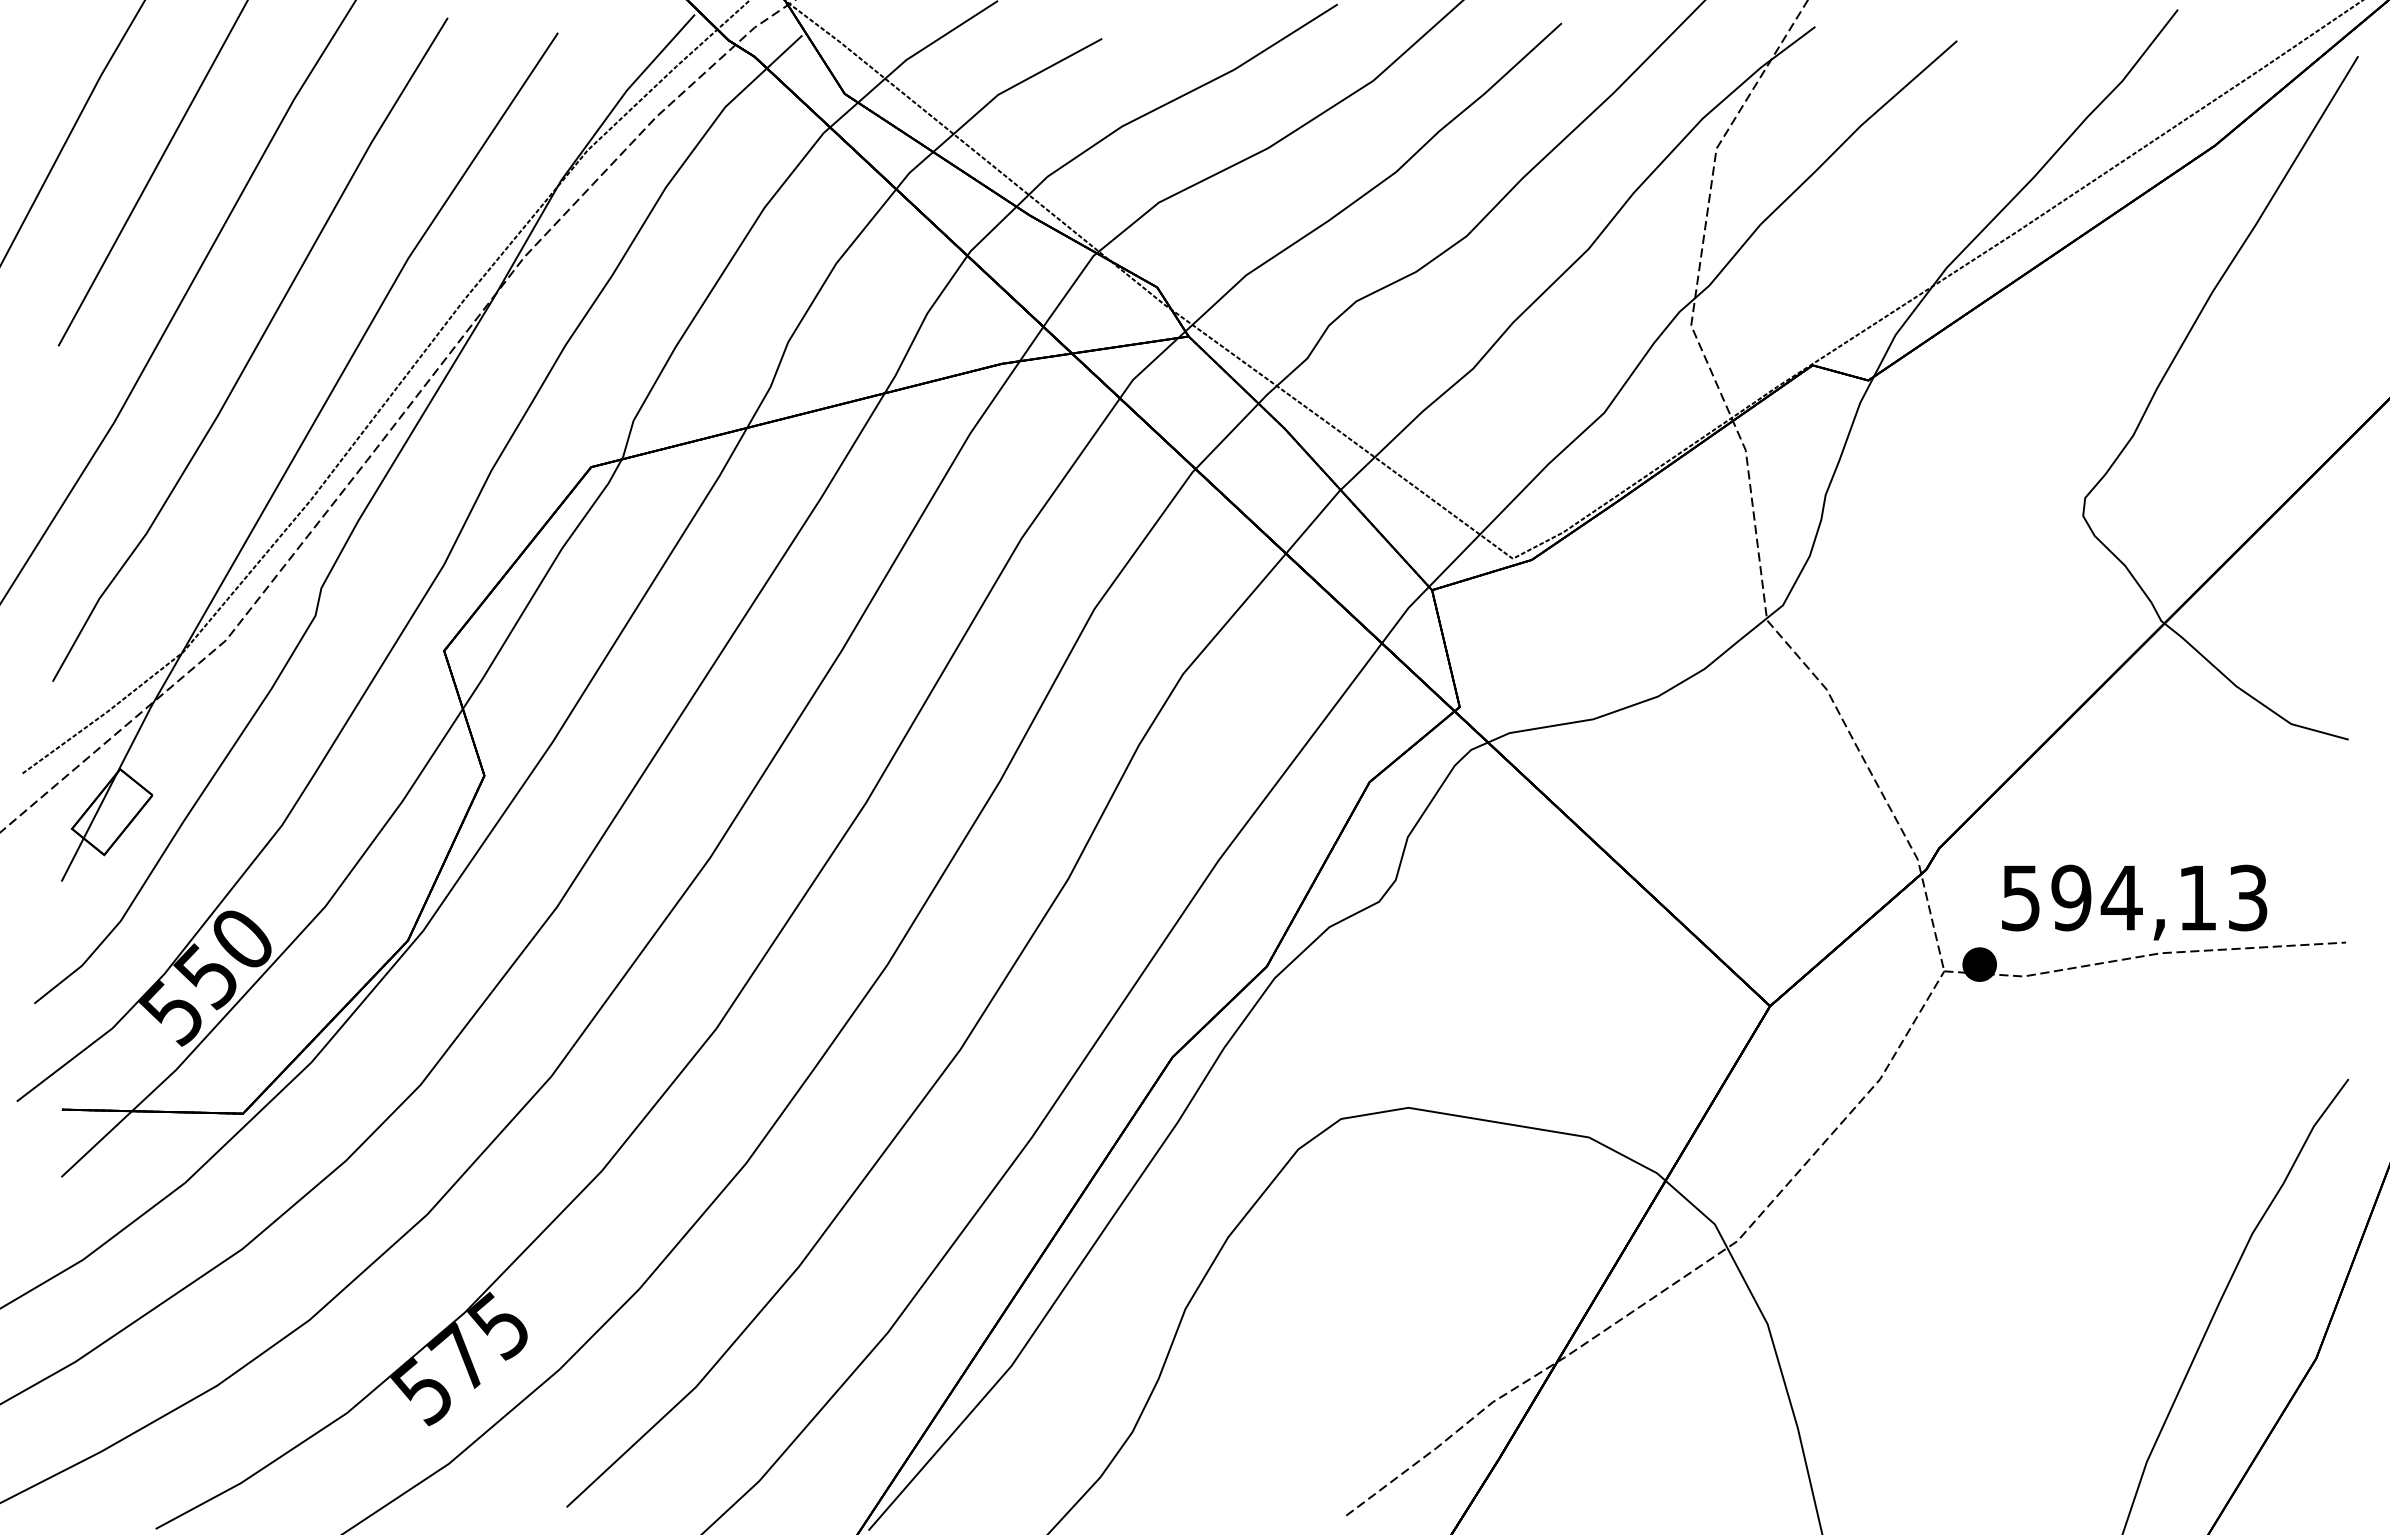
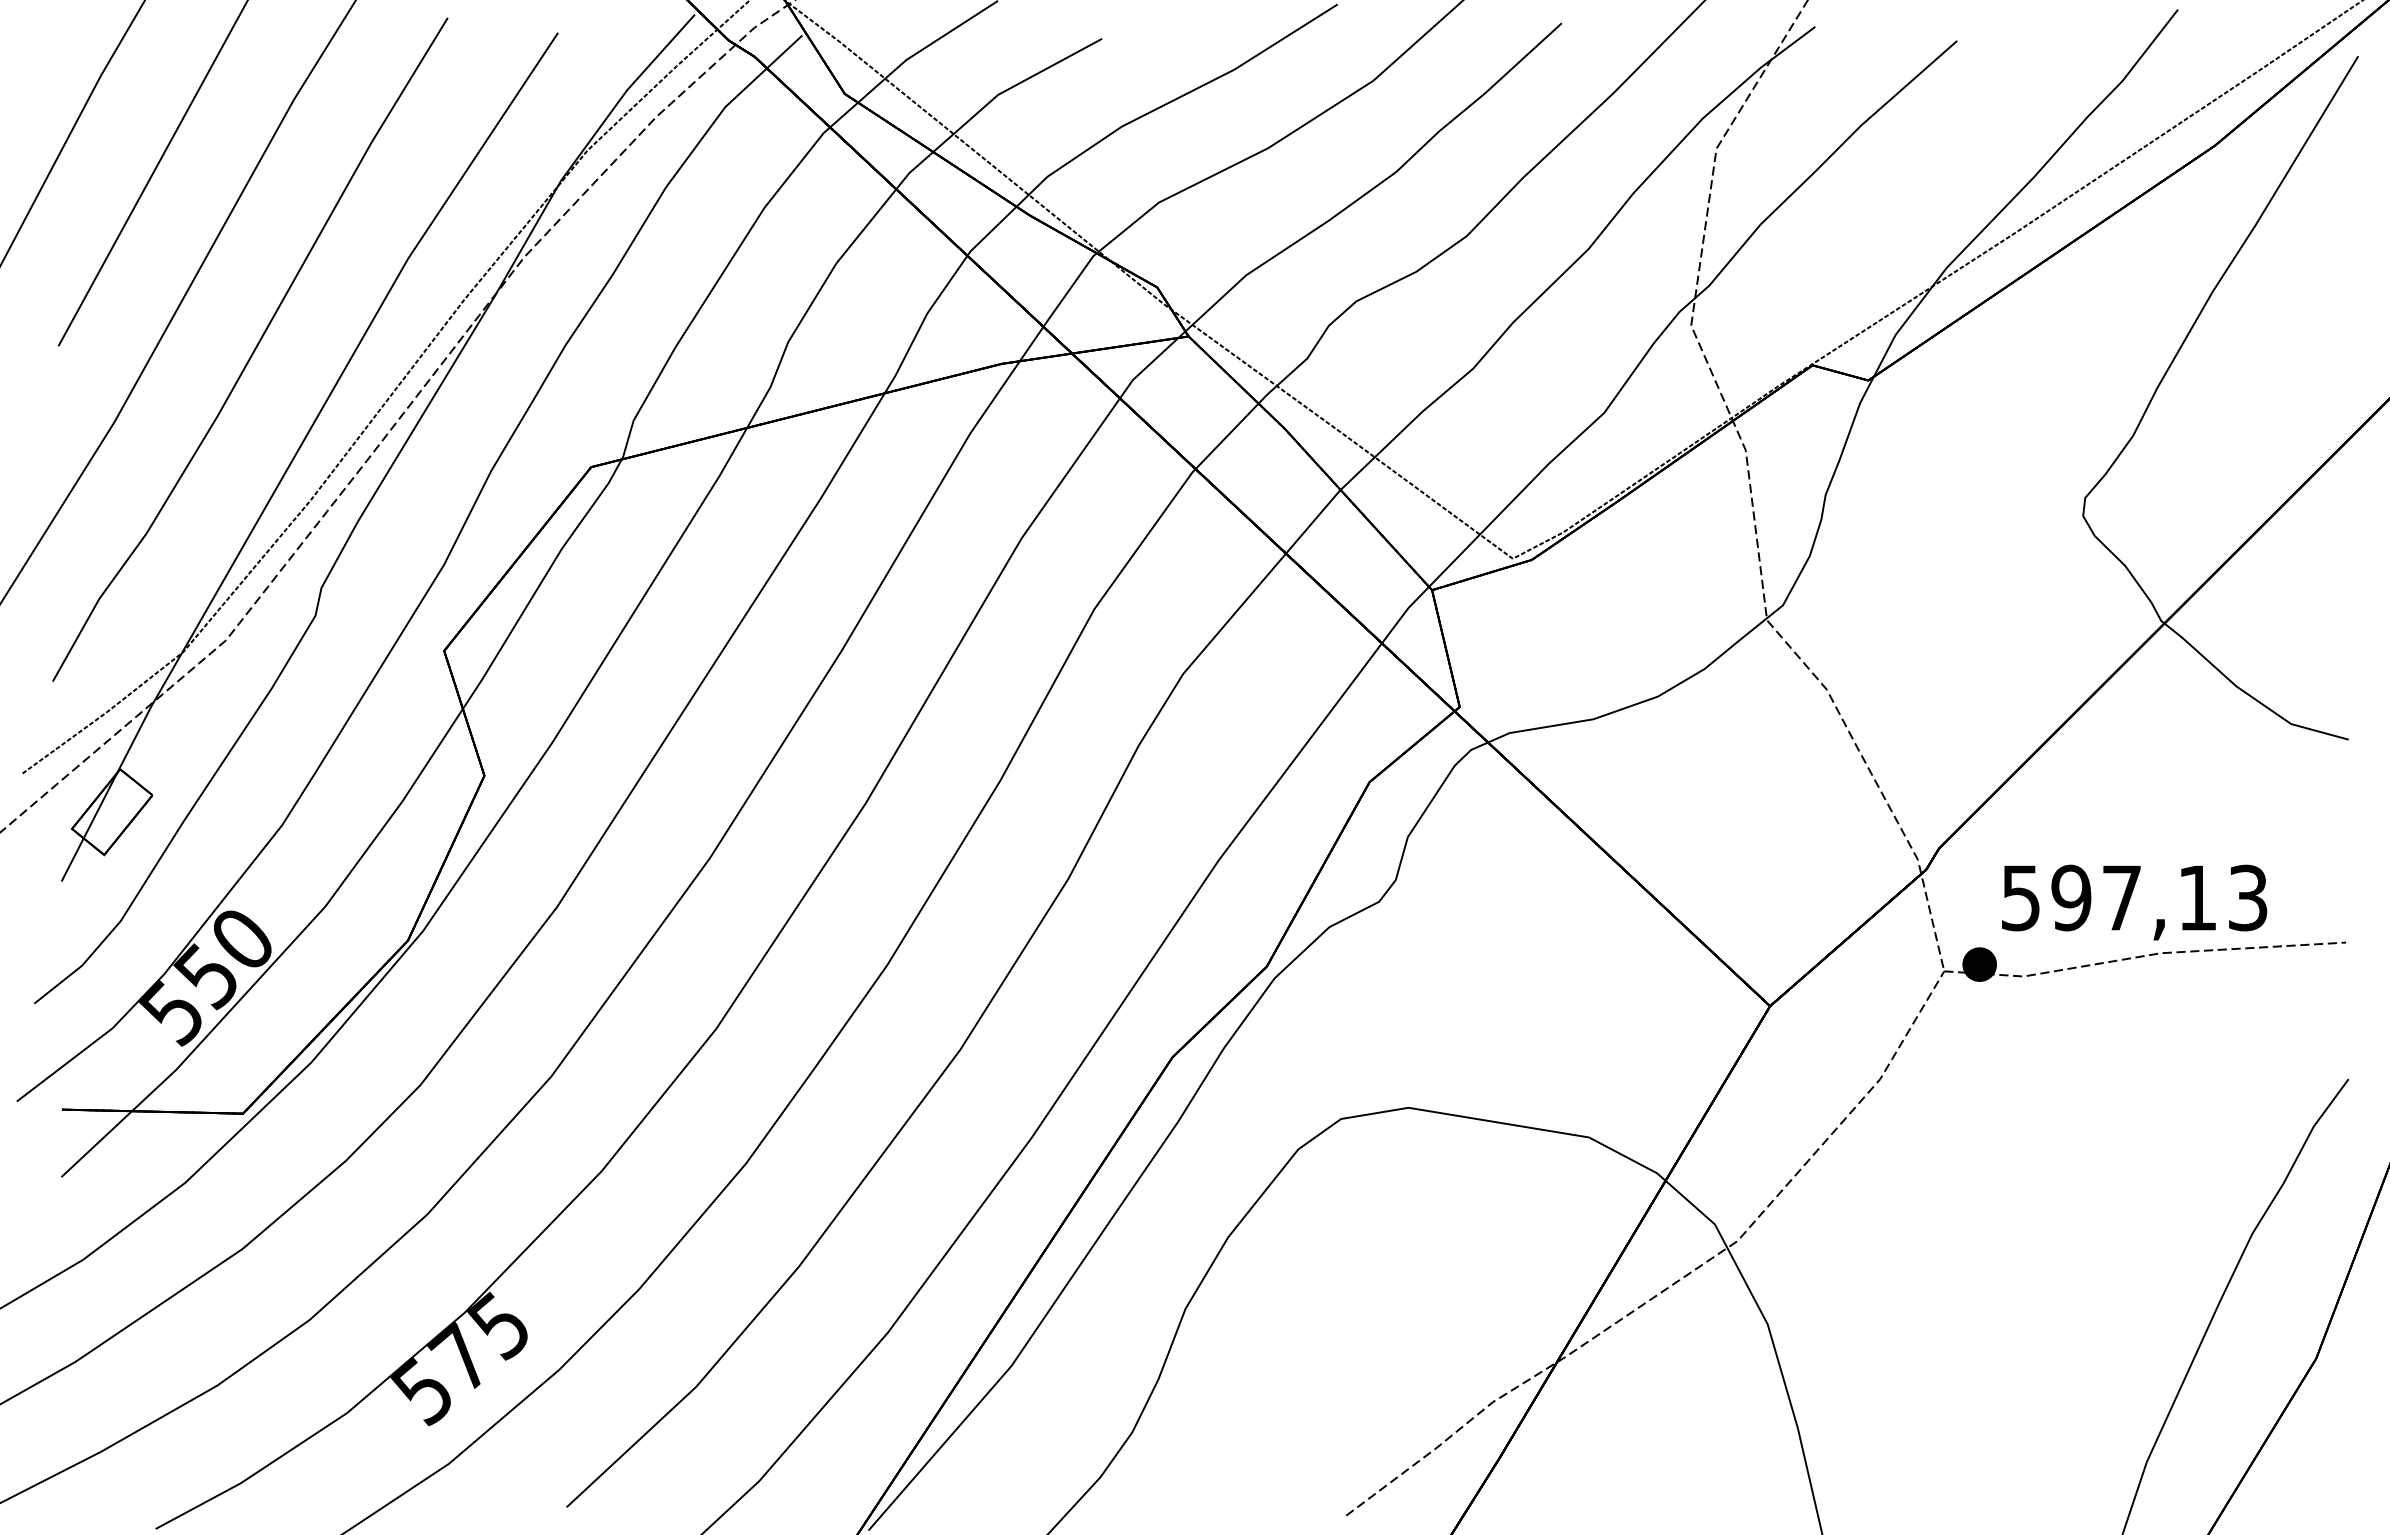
text at (2121, 897): 594,13 -> 597,13
